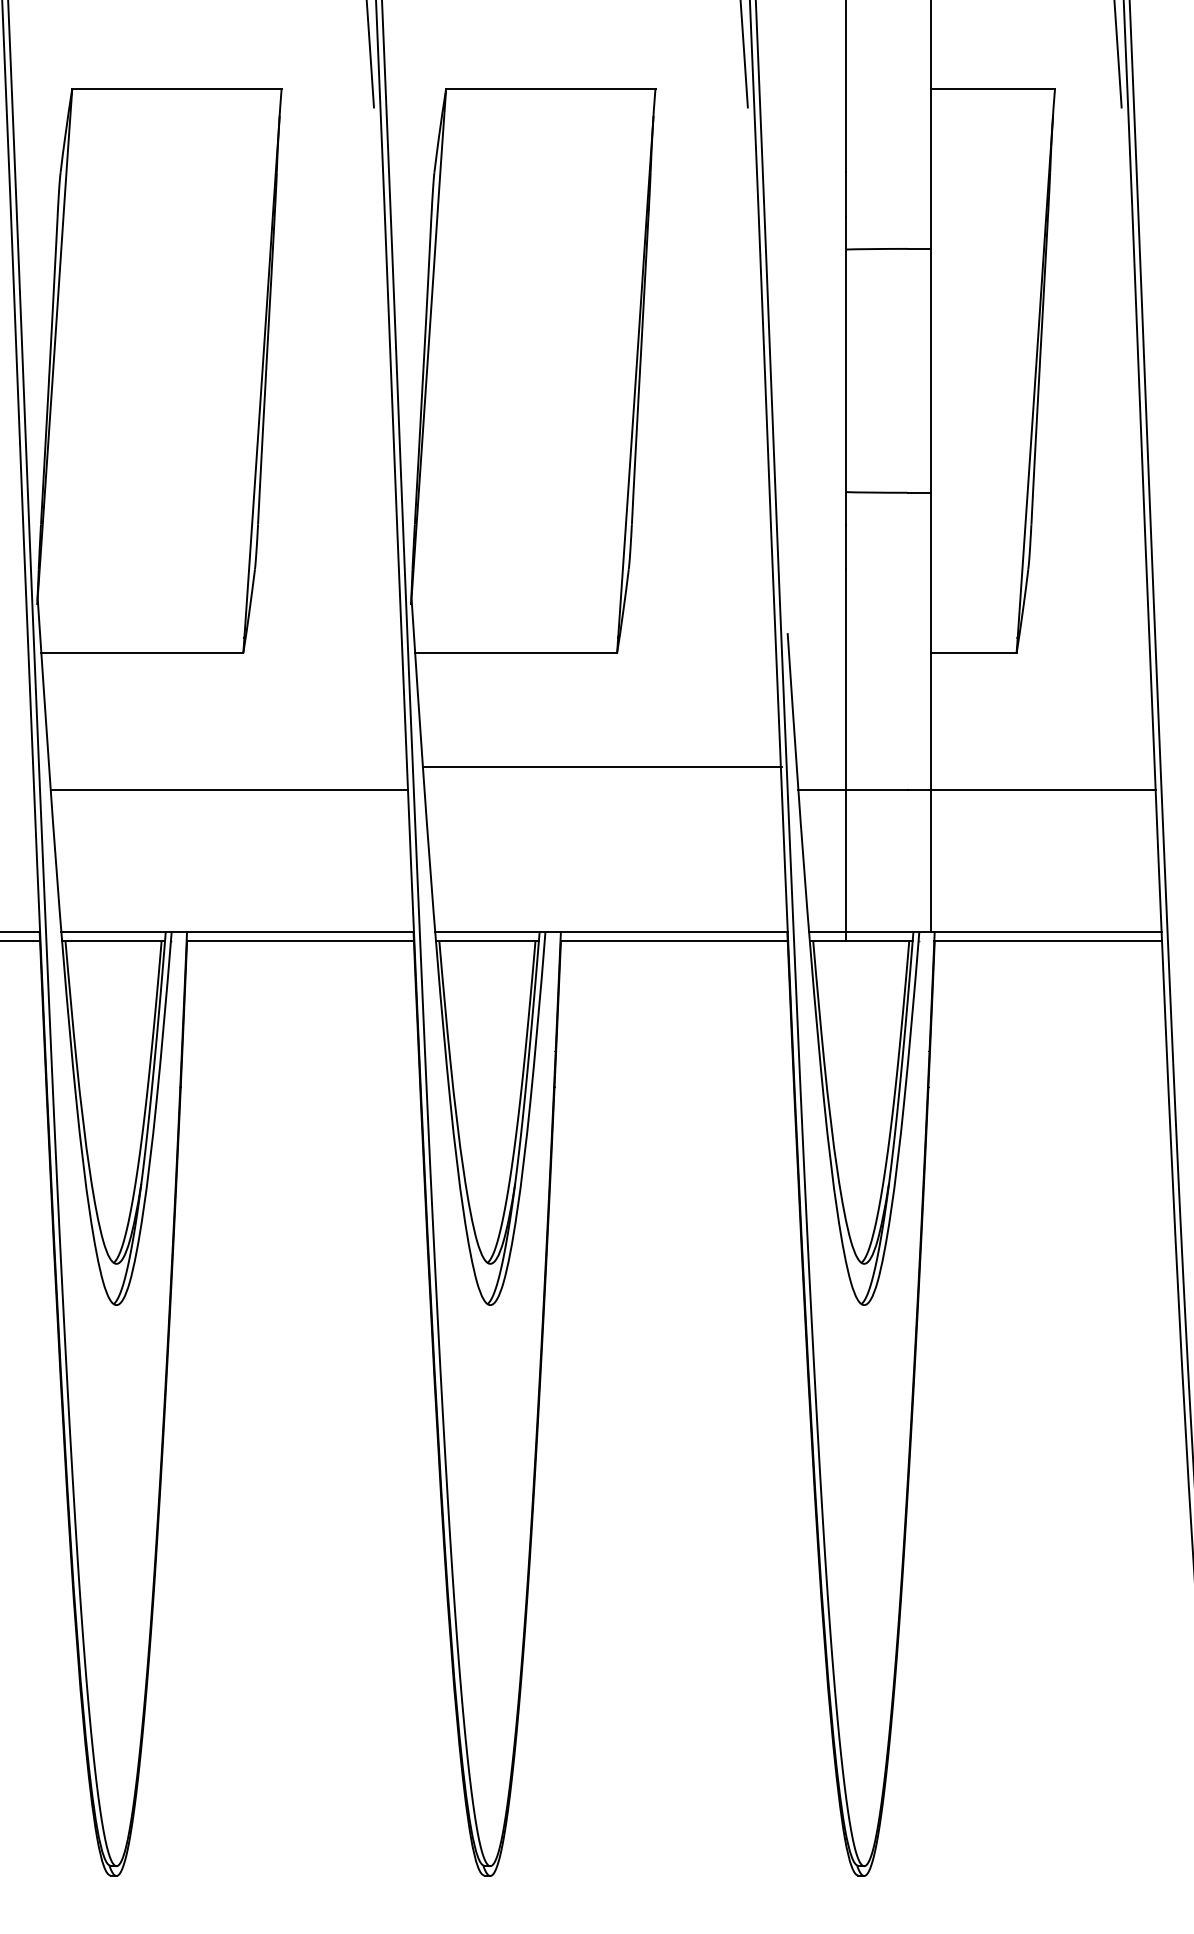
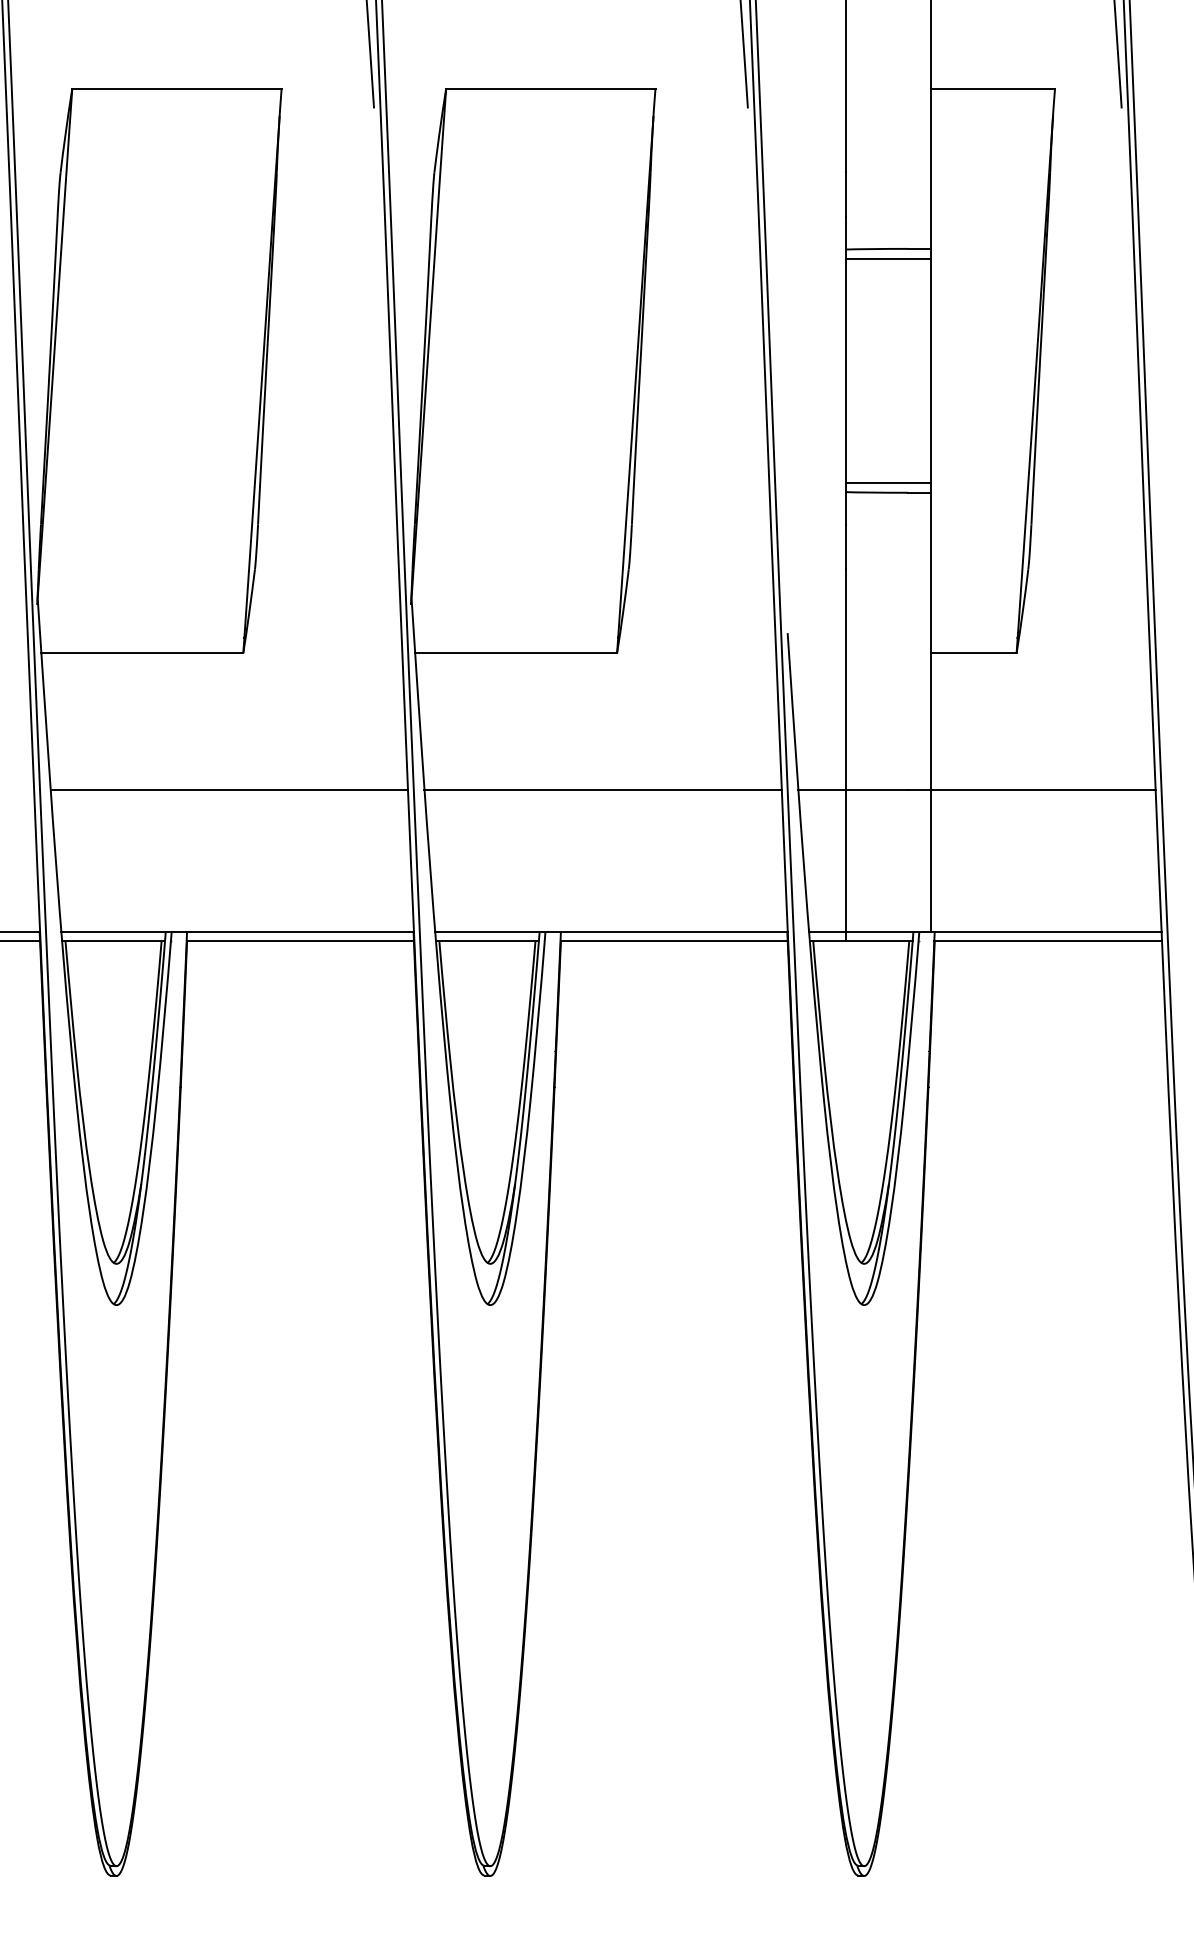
line at (888, 258): none -> present
line at (888, 482): none -> present
line at (602, 766) position: (602, 766) -> (602, 789)
